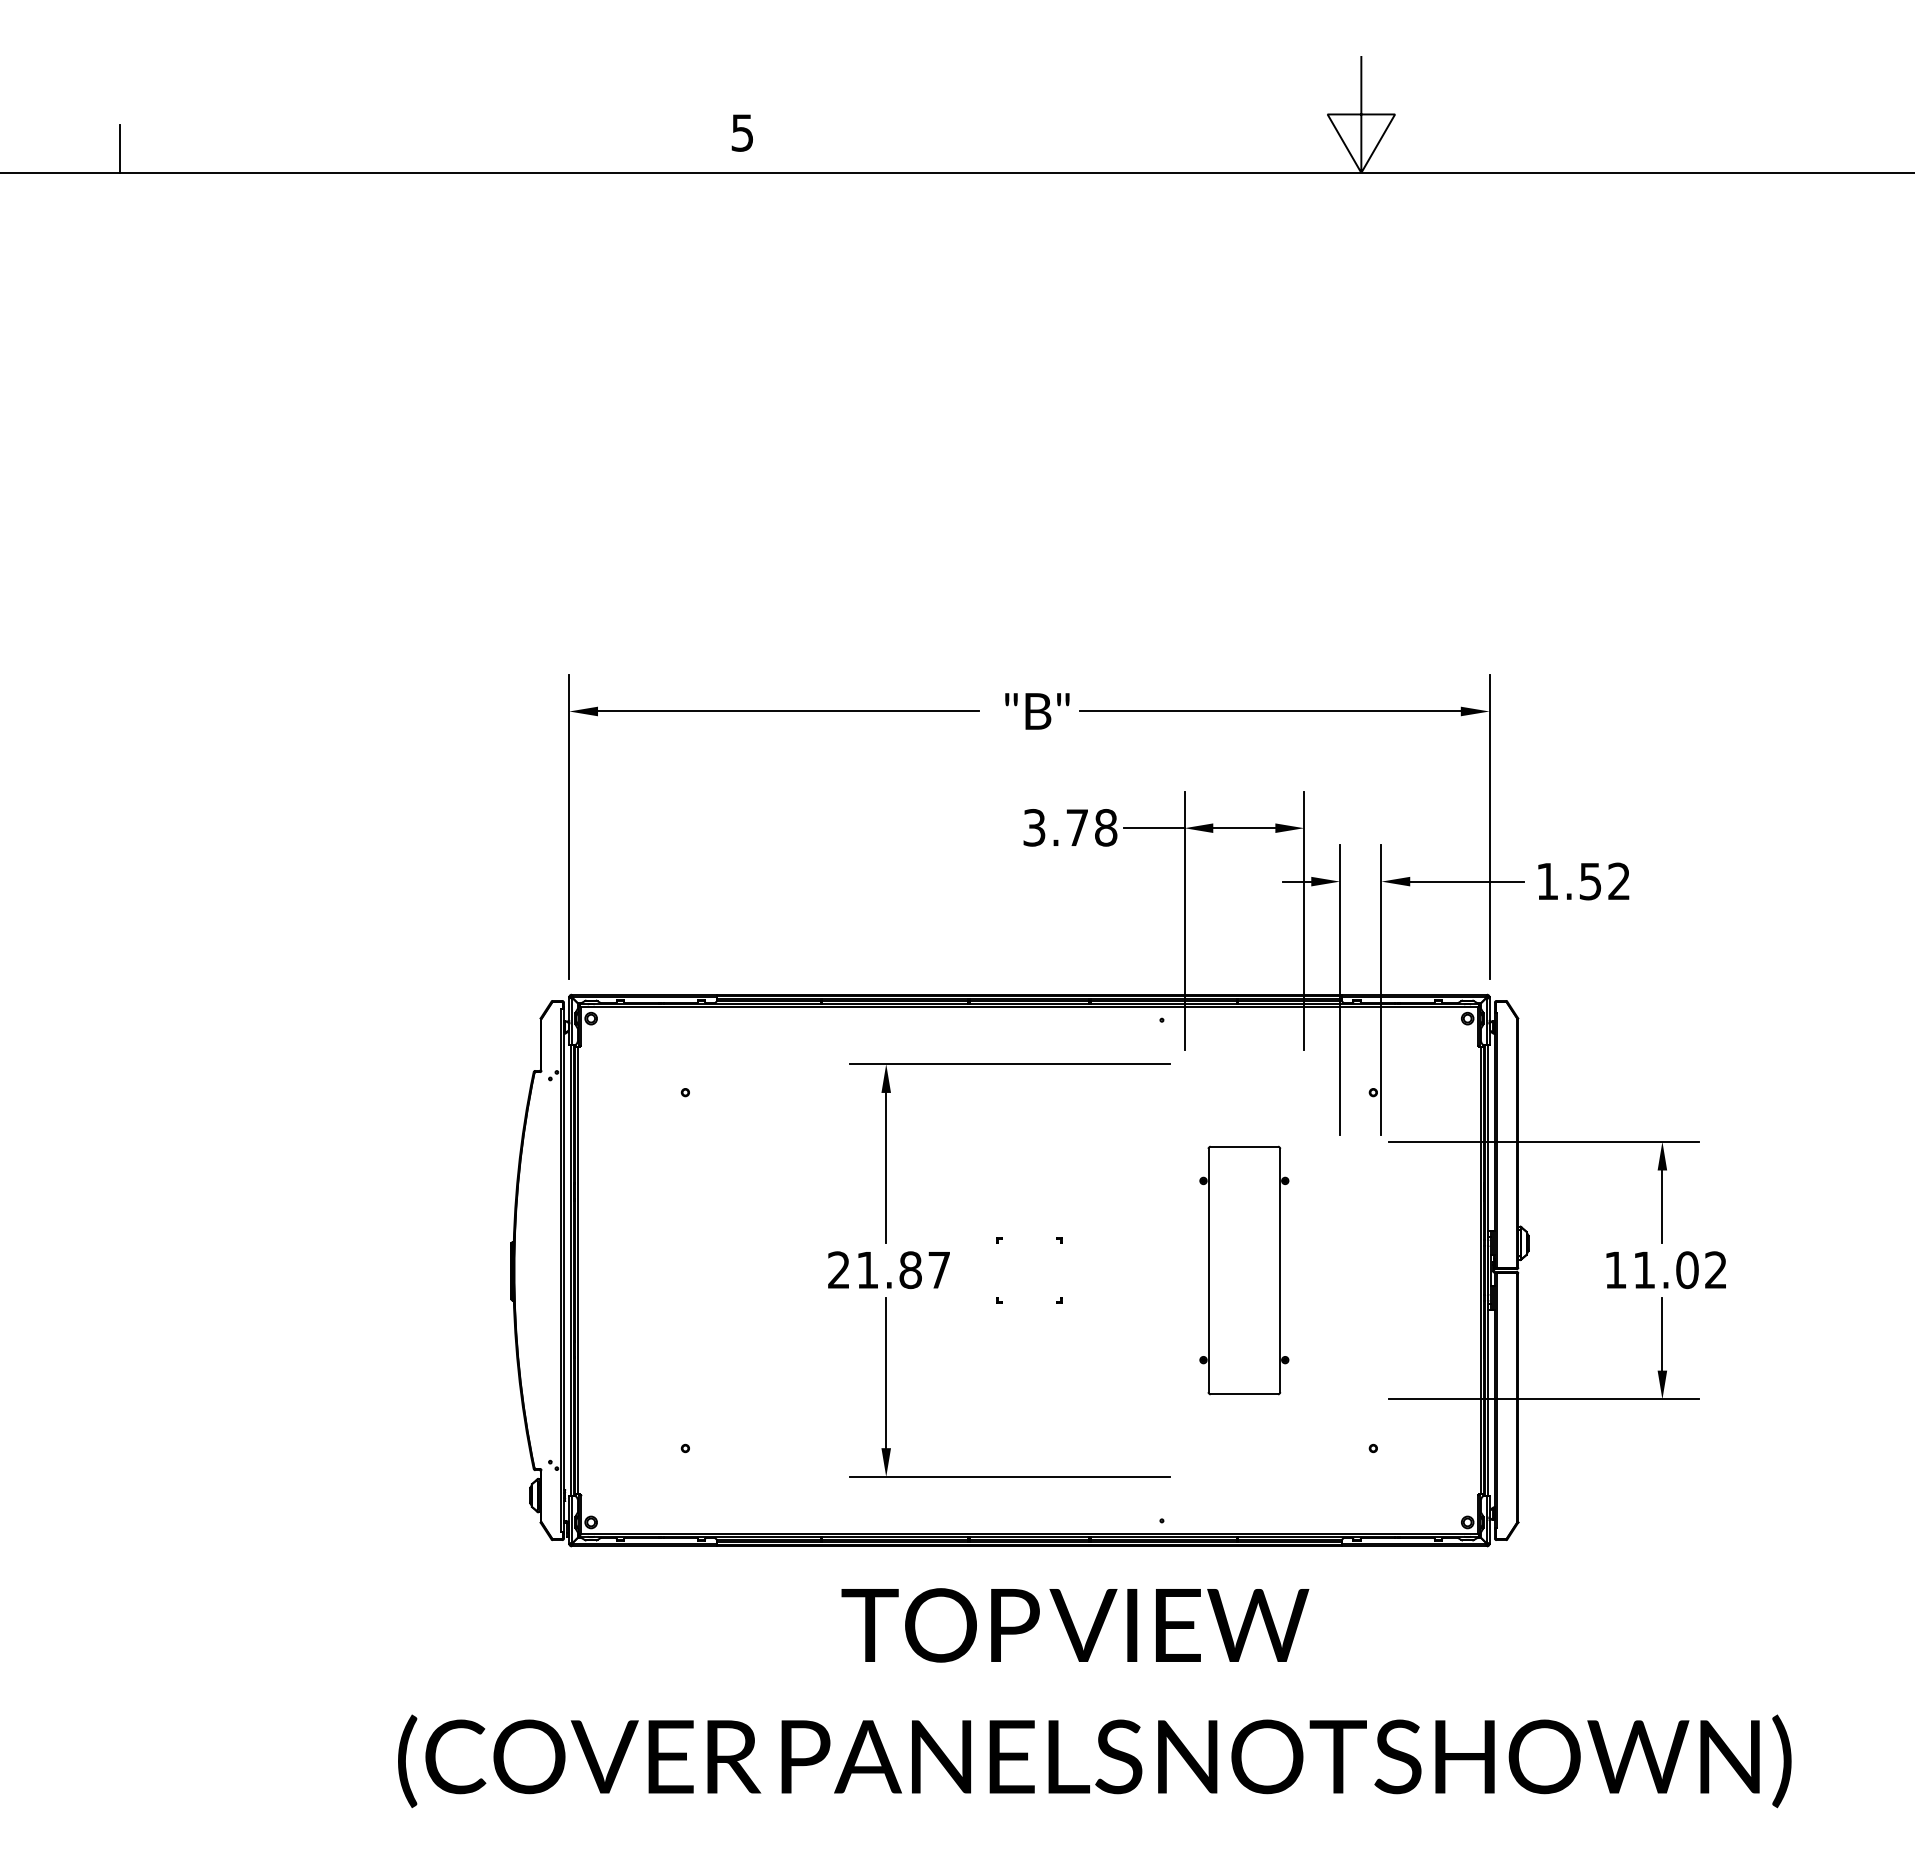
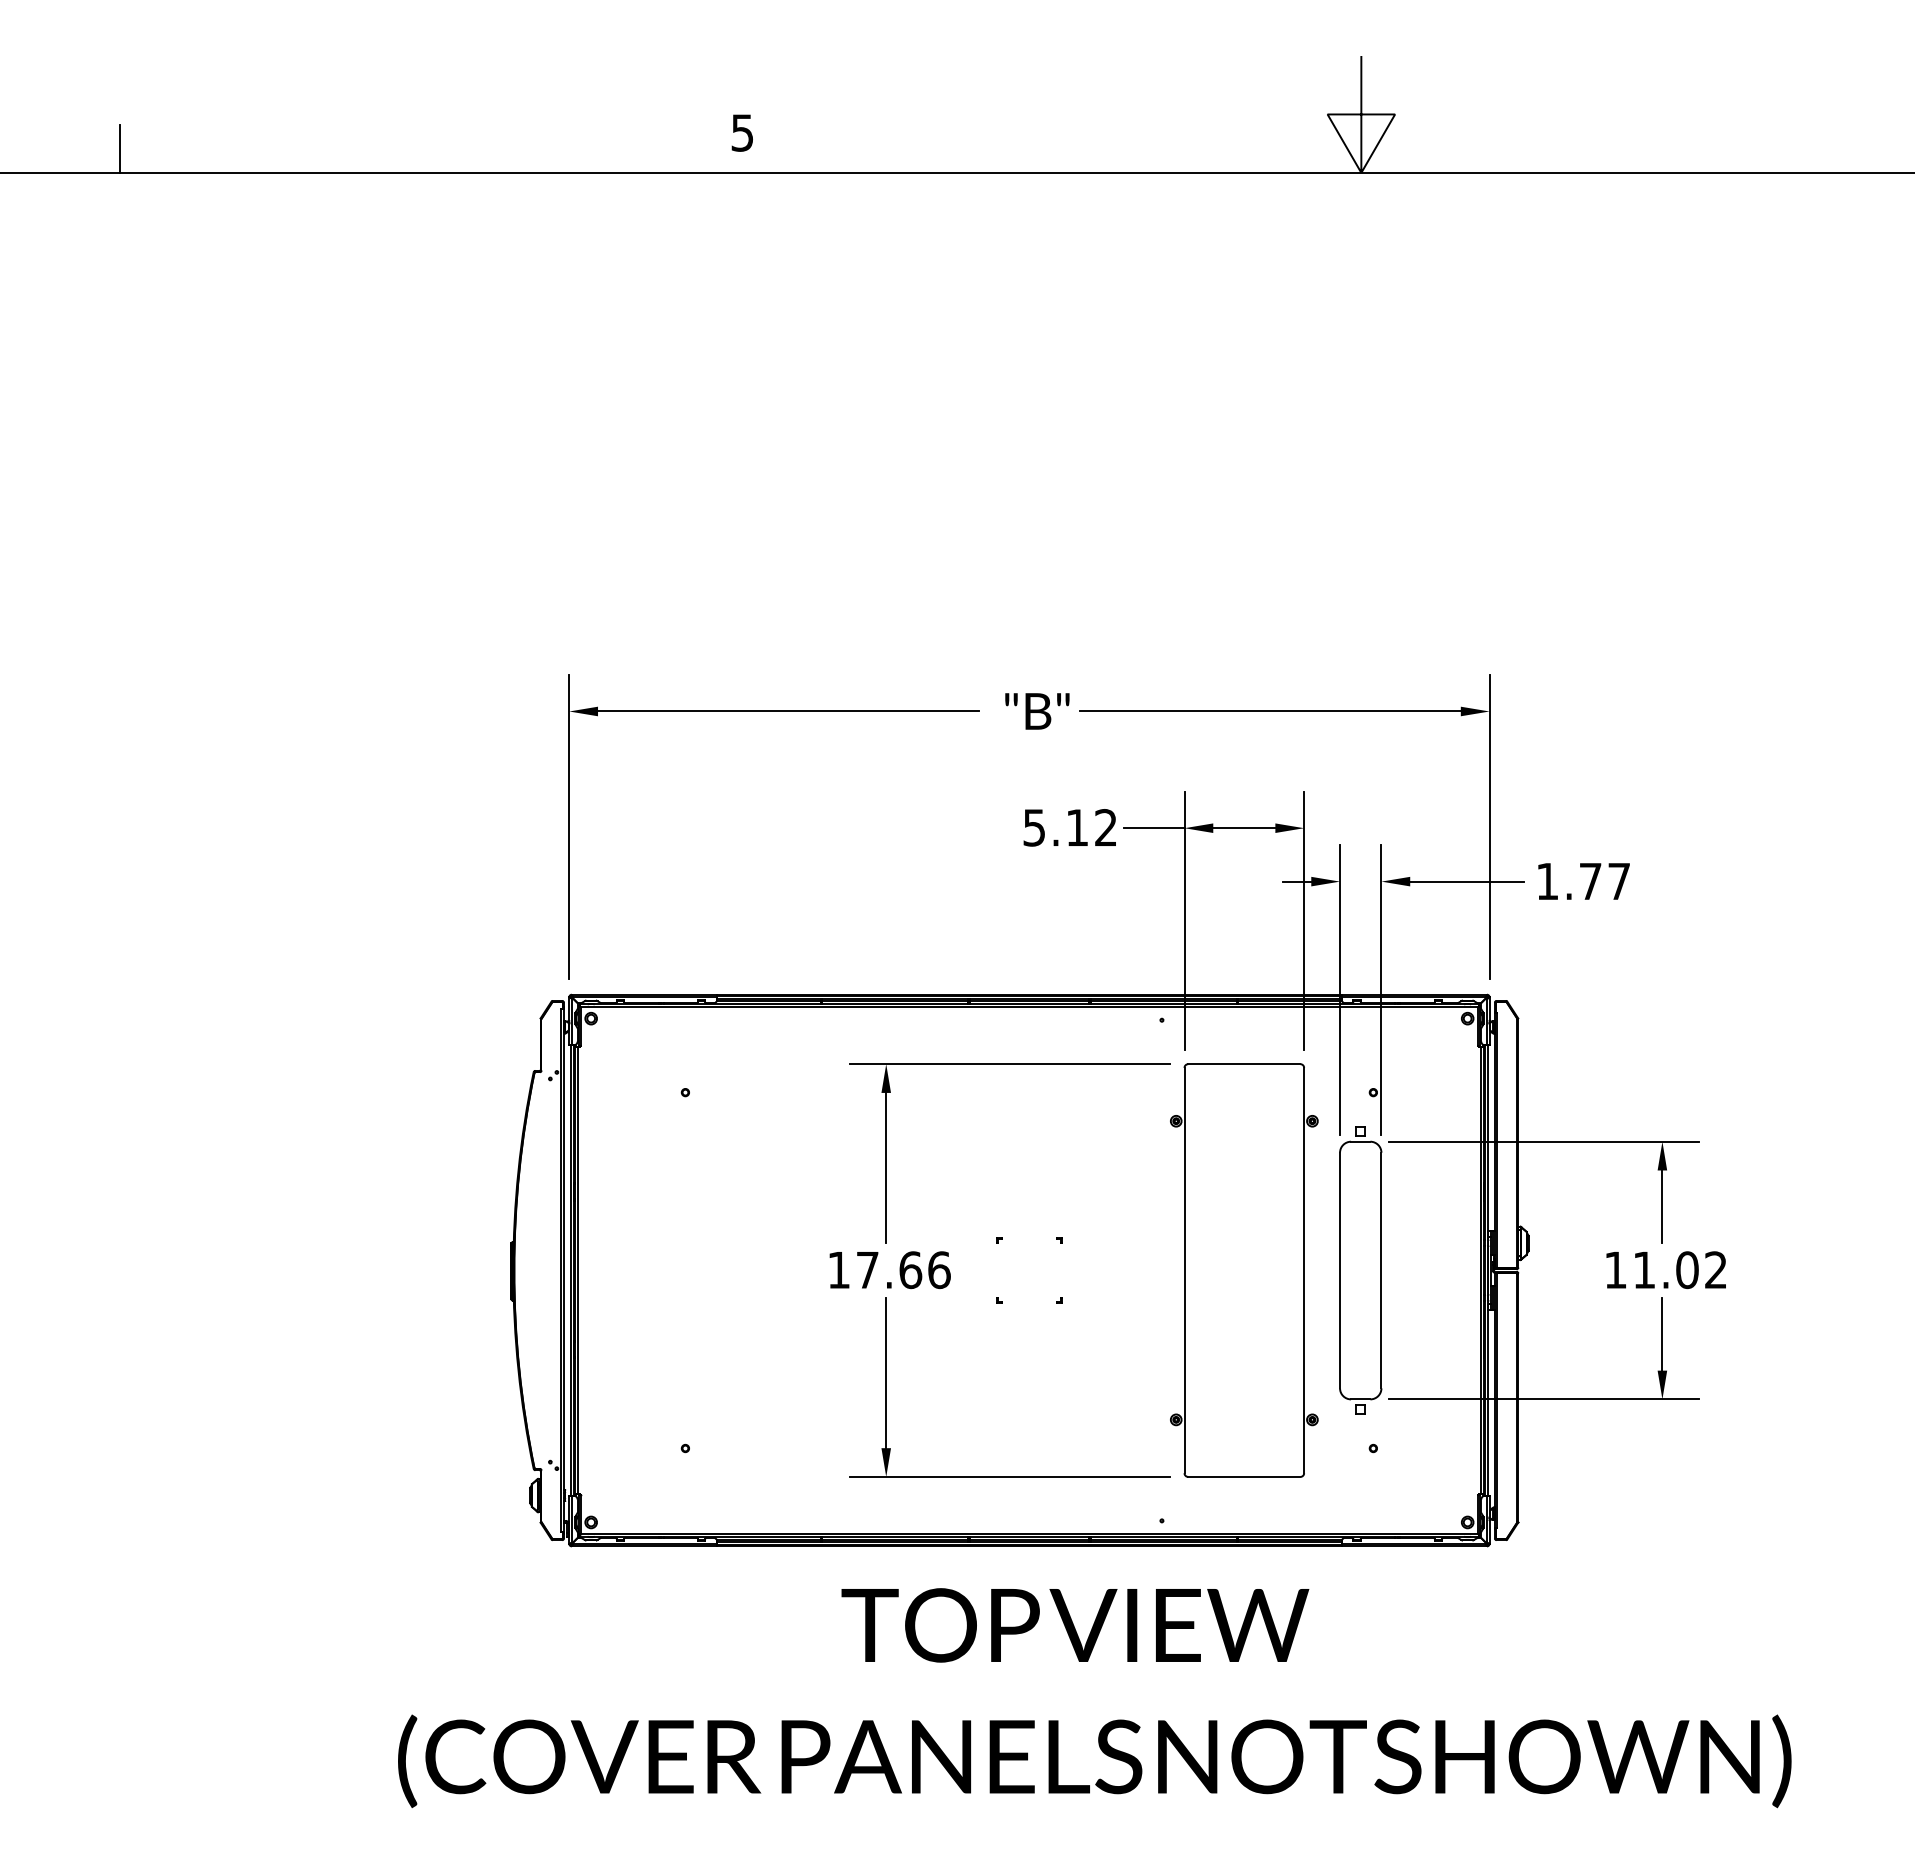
text at (1070, 827): 3.78 -> 5.12
text at (1604, 881): 1.52 -> 1.77
text at (889, 1270): 21.87 -> 17.66
part at (1244, 1270) size: 91x251 px -> 149x415 px
part at (1360, 1270): none -> present
